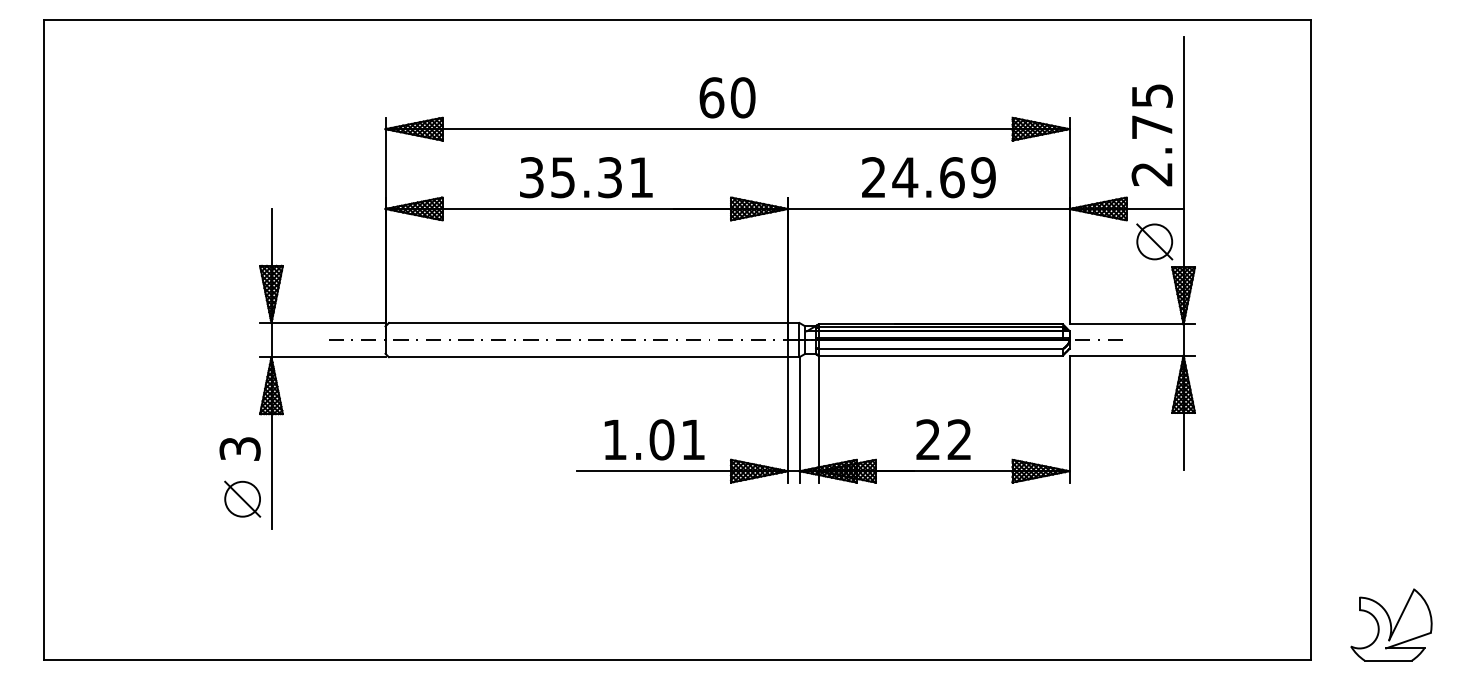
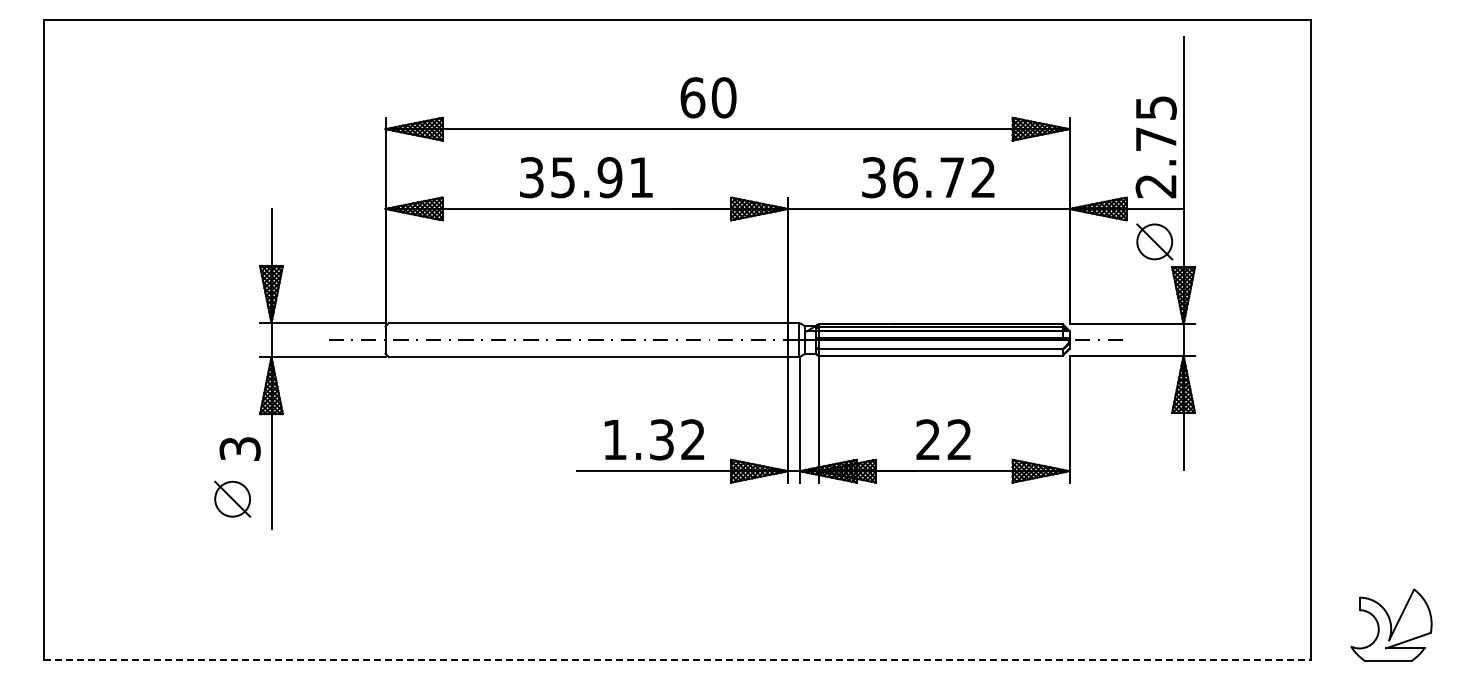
text at (727, 97) position: (727, 97) -> (708, 97)
text at (1151, 135) position: (1151, 135) -> (1155, 147)
text at (609, 177): 35.31 -> 35.91
text at (928, 177): 24.69 -> 36.72
text at (676, 439): 1.01 -> 1.32
part at (242, 498) position: (242, 498) -> (232, 498)
line at (678, 659): solid -> dashed
